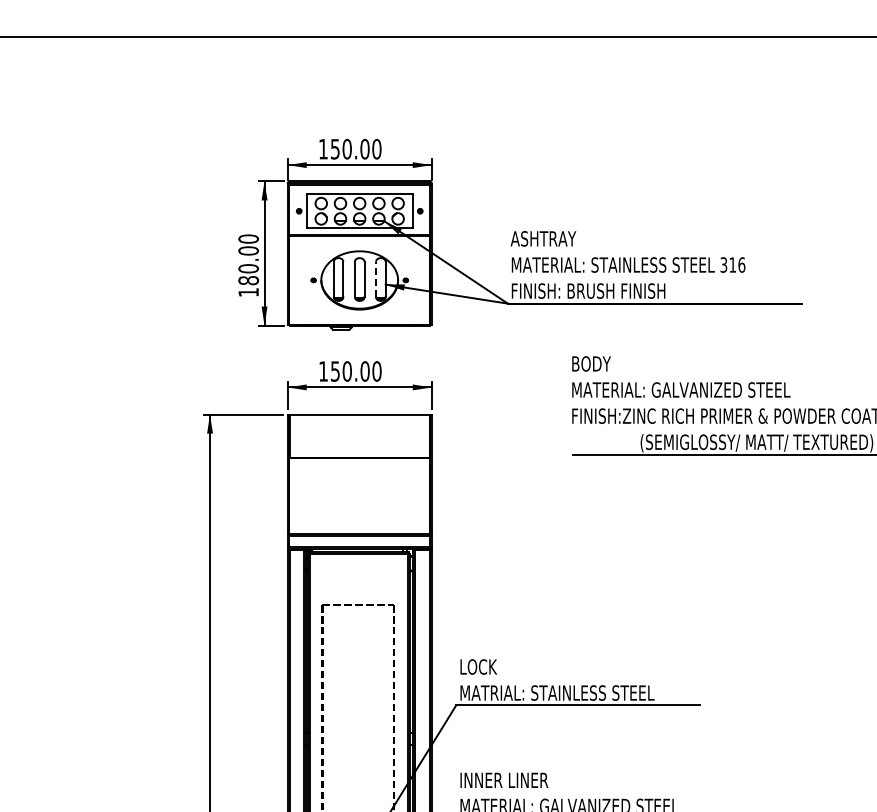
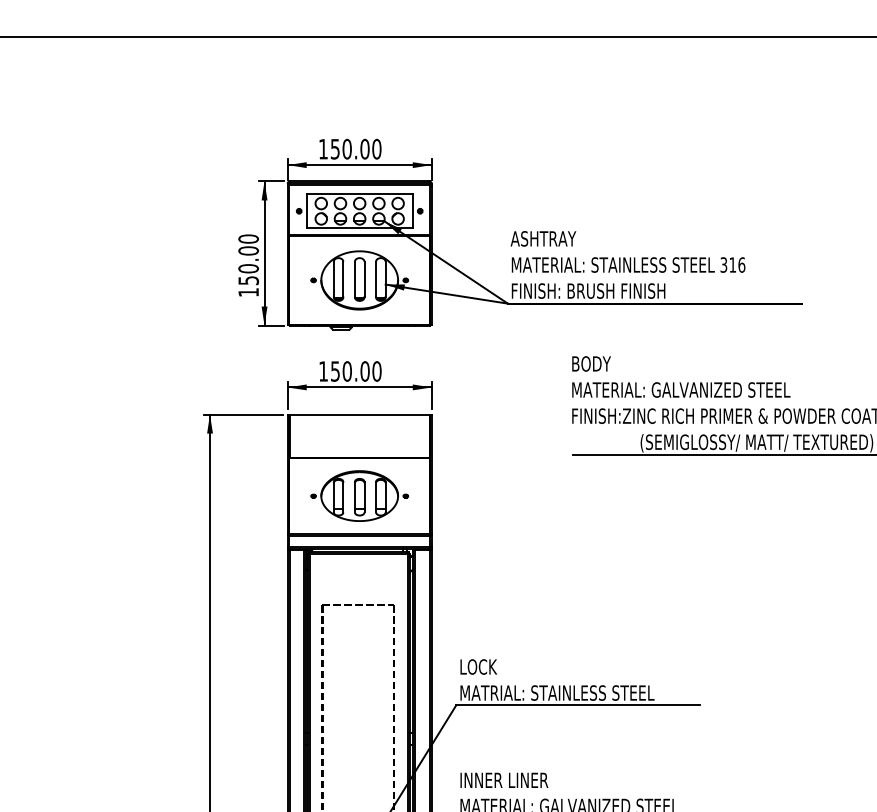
line at (376, 279): dashed -> solid
text at (248, 280): 180.00 -> 150.00
part at (359, 495): none -> present
